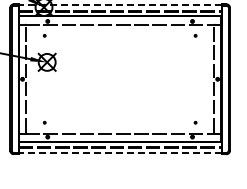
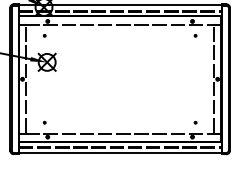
line at (119, 5): dashed -> solid
line at (119, 153): dashed -> solid
